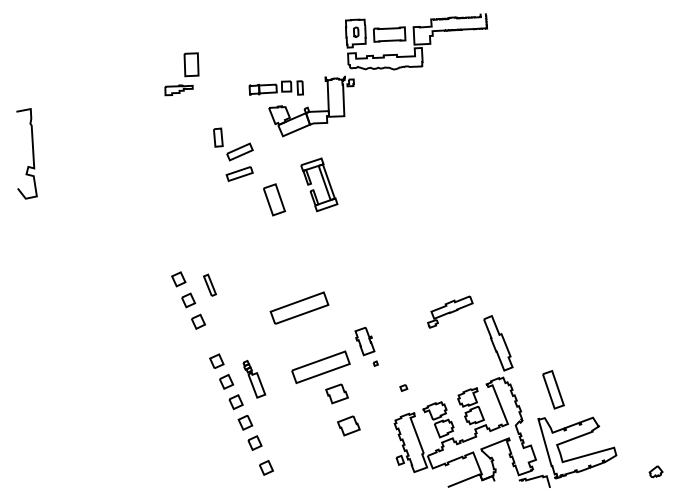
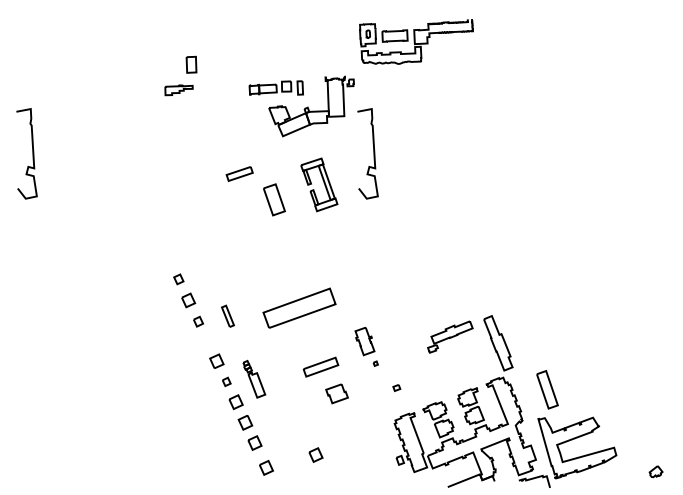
part at (416, 41) size: 143x58 px -> 115x46 px
part at (191, 64) size: 17x26 px -> 13x19 px
part at (233, 144): present -> none
curve at (373, 153): none -> present
part at (178, 279) size: 16x17 px -> 12x13 px
part at (209, 284) position: (209, 284) -> (227, 315)
part at (299, 307) size: 61x34 px -> 75x42 px
part at (450, 311) position: (450, 311) -> (450, 336)
part at (198, 321) size: 15x17 px -> 11x13 px
part at (320, 366) size: 60x34 px -> 38x22 px
part at (226, 381) size: 16x16 px -> 10x11 px
part at (403, 387) position: (403, 387) -> (396, 387)
part at (553, 389) position: (553, 389) -> (547, 389)
part at (348, 425): present -> none
part at (315, 454): none -> present
